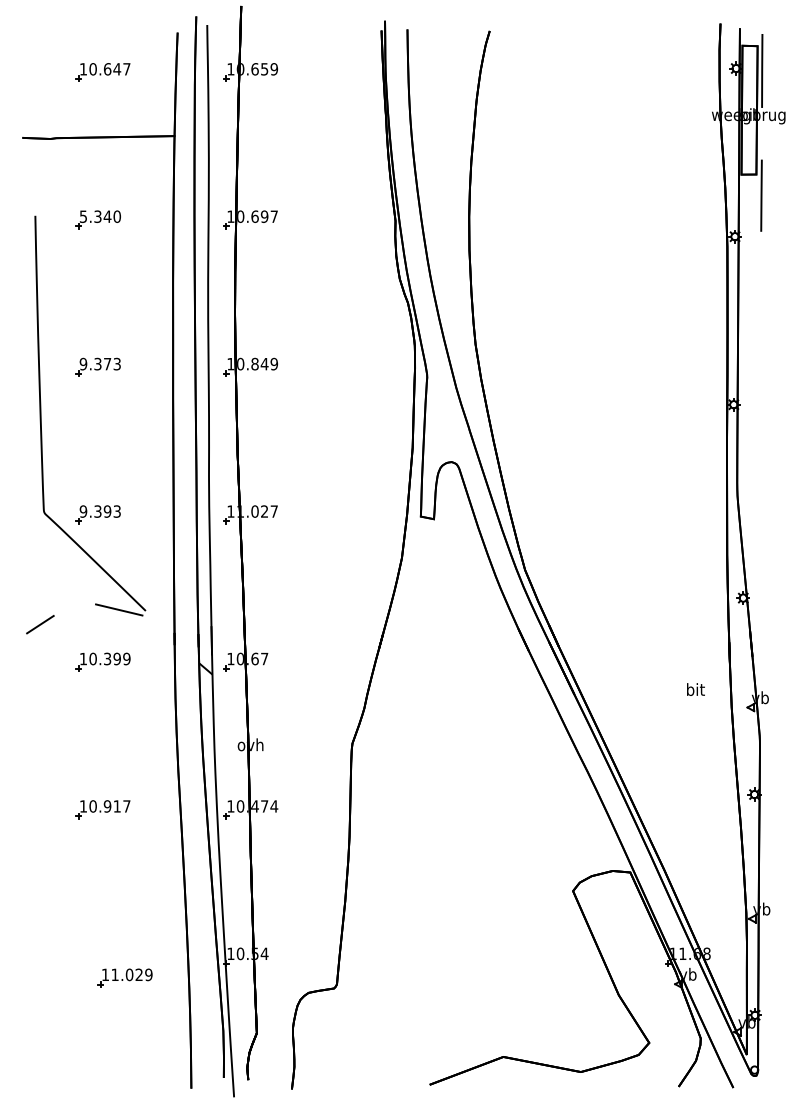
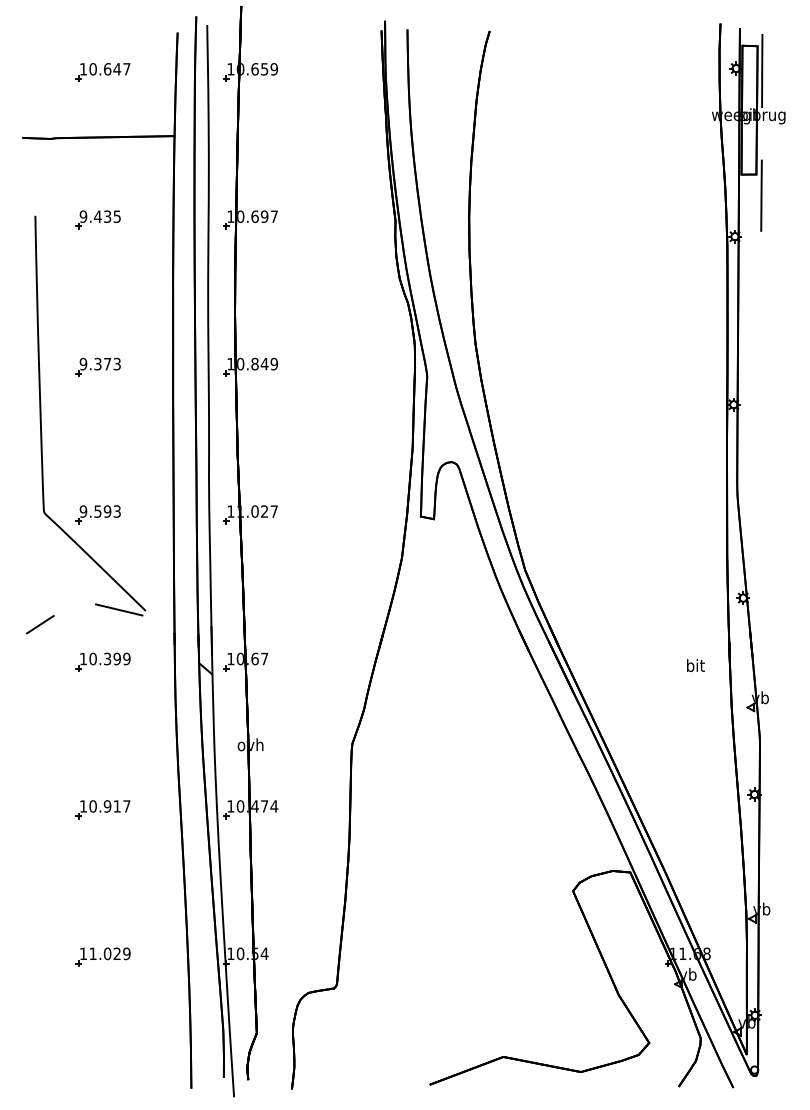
text at (99, 216): 5.340 -> 9.435
text at (97, 510): 9.393 -> 9.593
text at (695, 689) position: (695, 689) -> (695, 665)
part at (124, 977) position: (124, 977) -> (102, 956)
